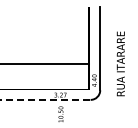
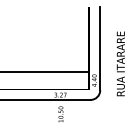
line at (45, 63) position: (45, 63) -> (45, 71)
line at (45, 99): dashed -> solid
